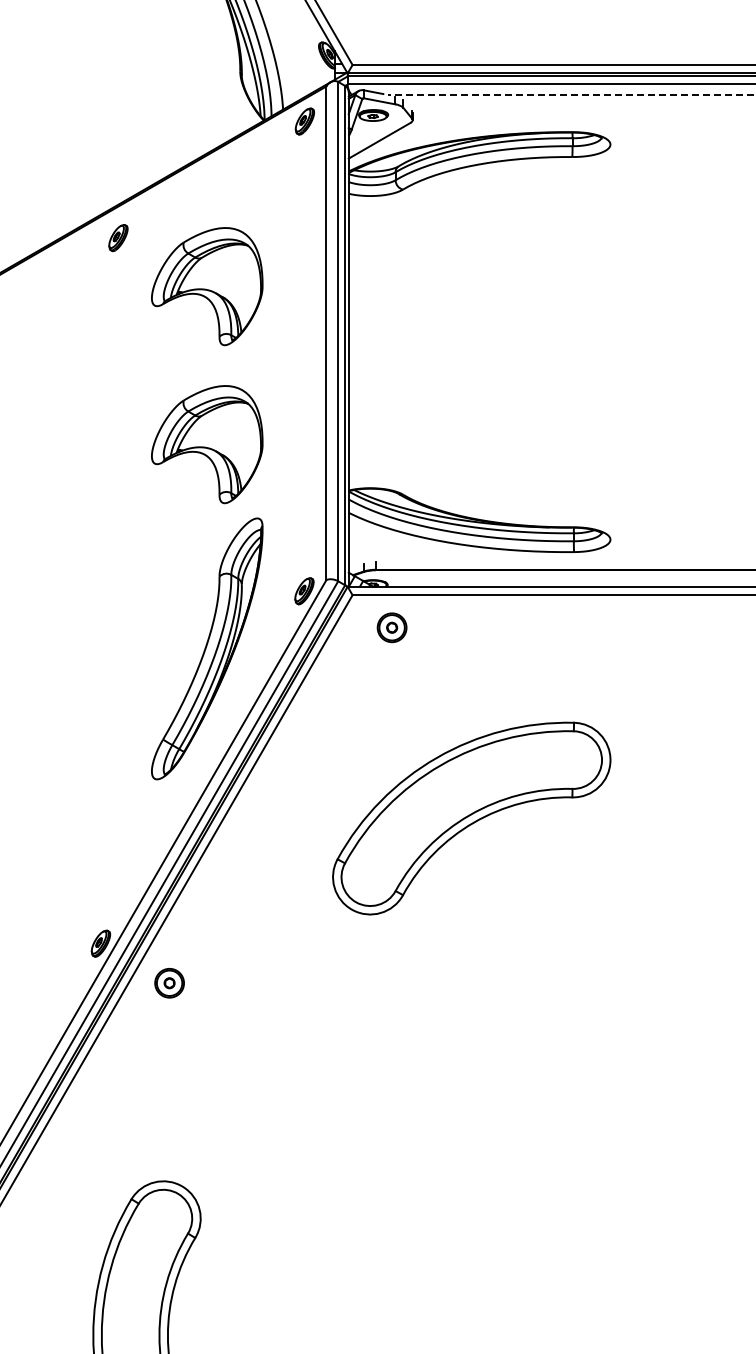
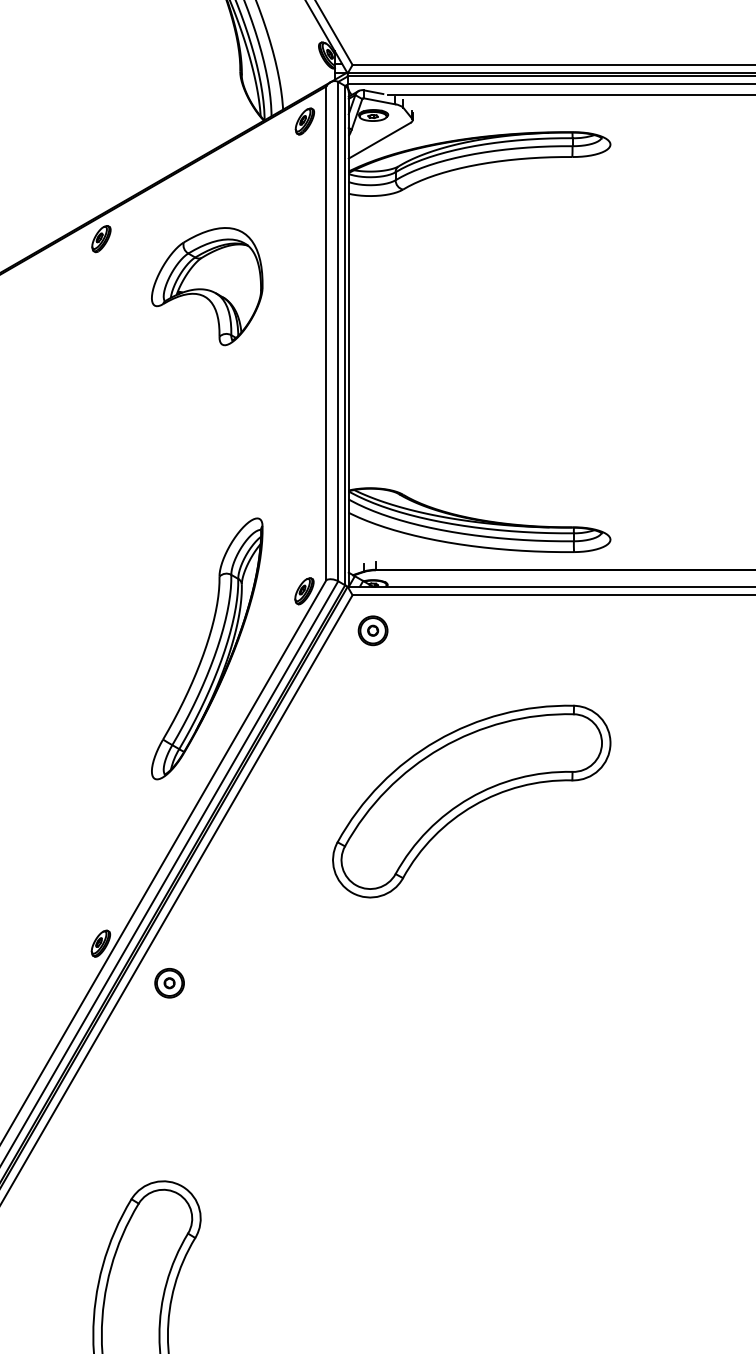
line at (571, 95): dashed -> solid
part at (118, 238) position: (118, 238) -> (101, 239)
part at (207, 444): present -> none
part at (391, 627) position: (391, 627) -> (372, 630)
part at (471, 818) position: (471, 818) -> (471, 801)
